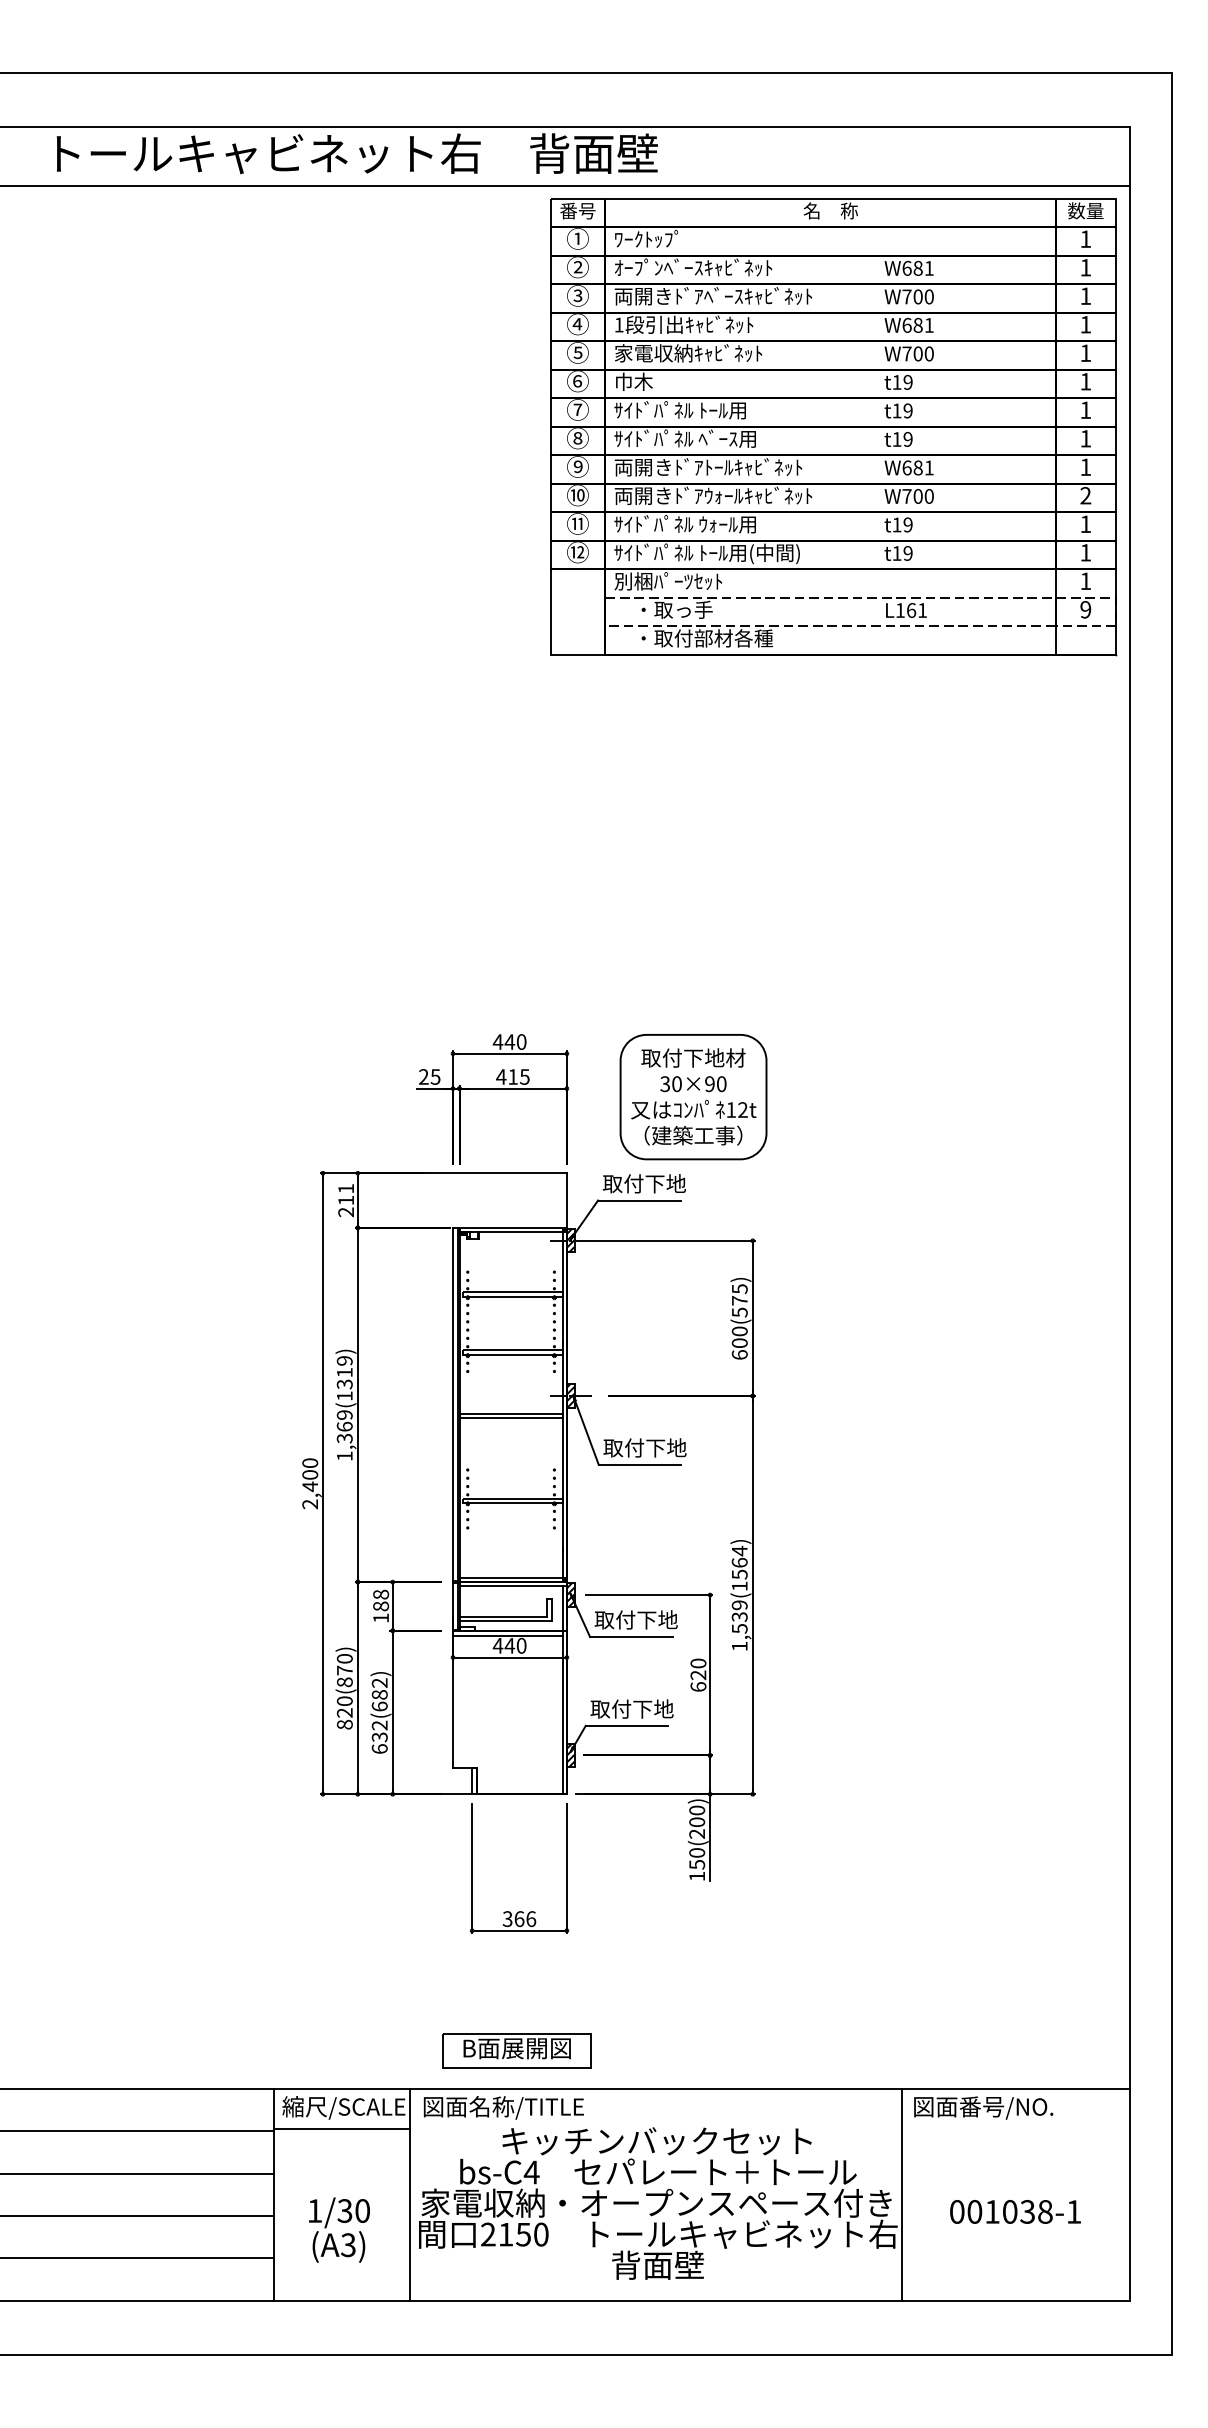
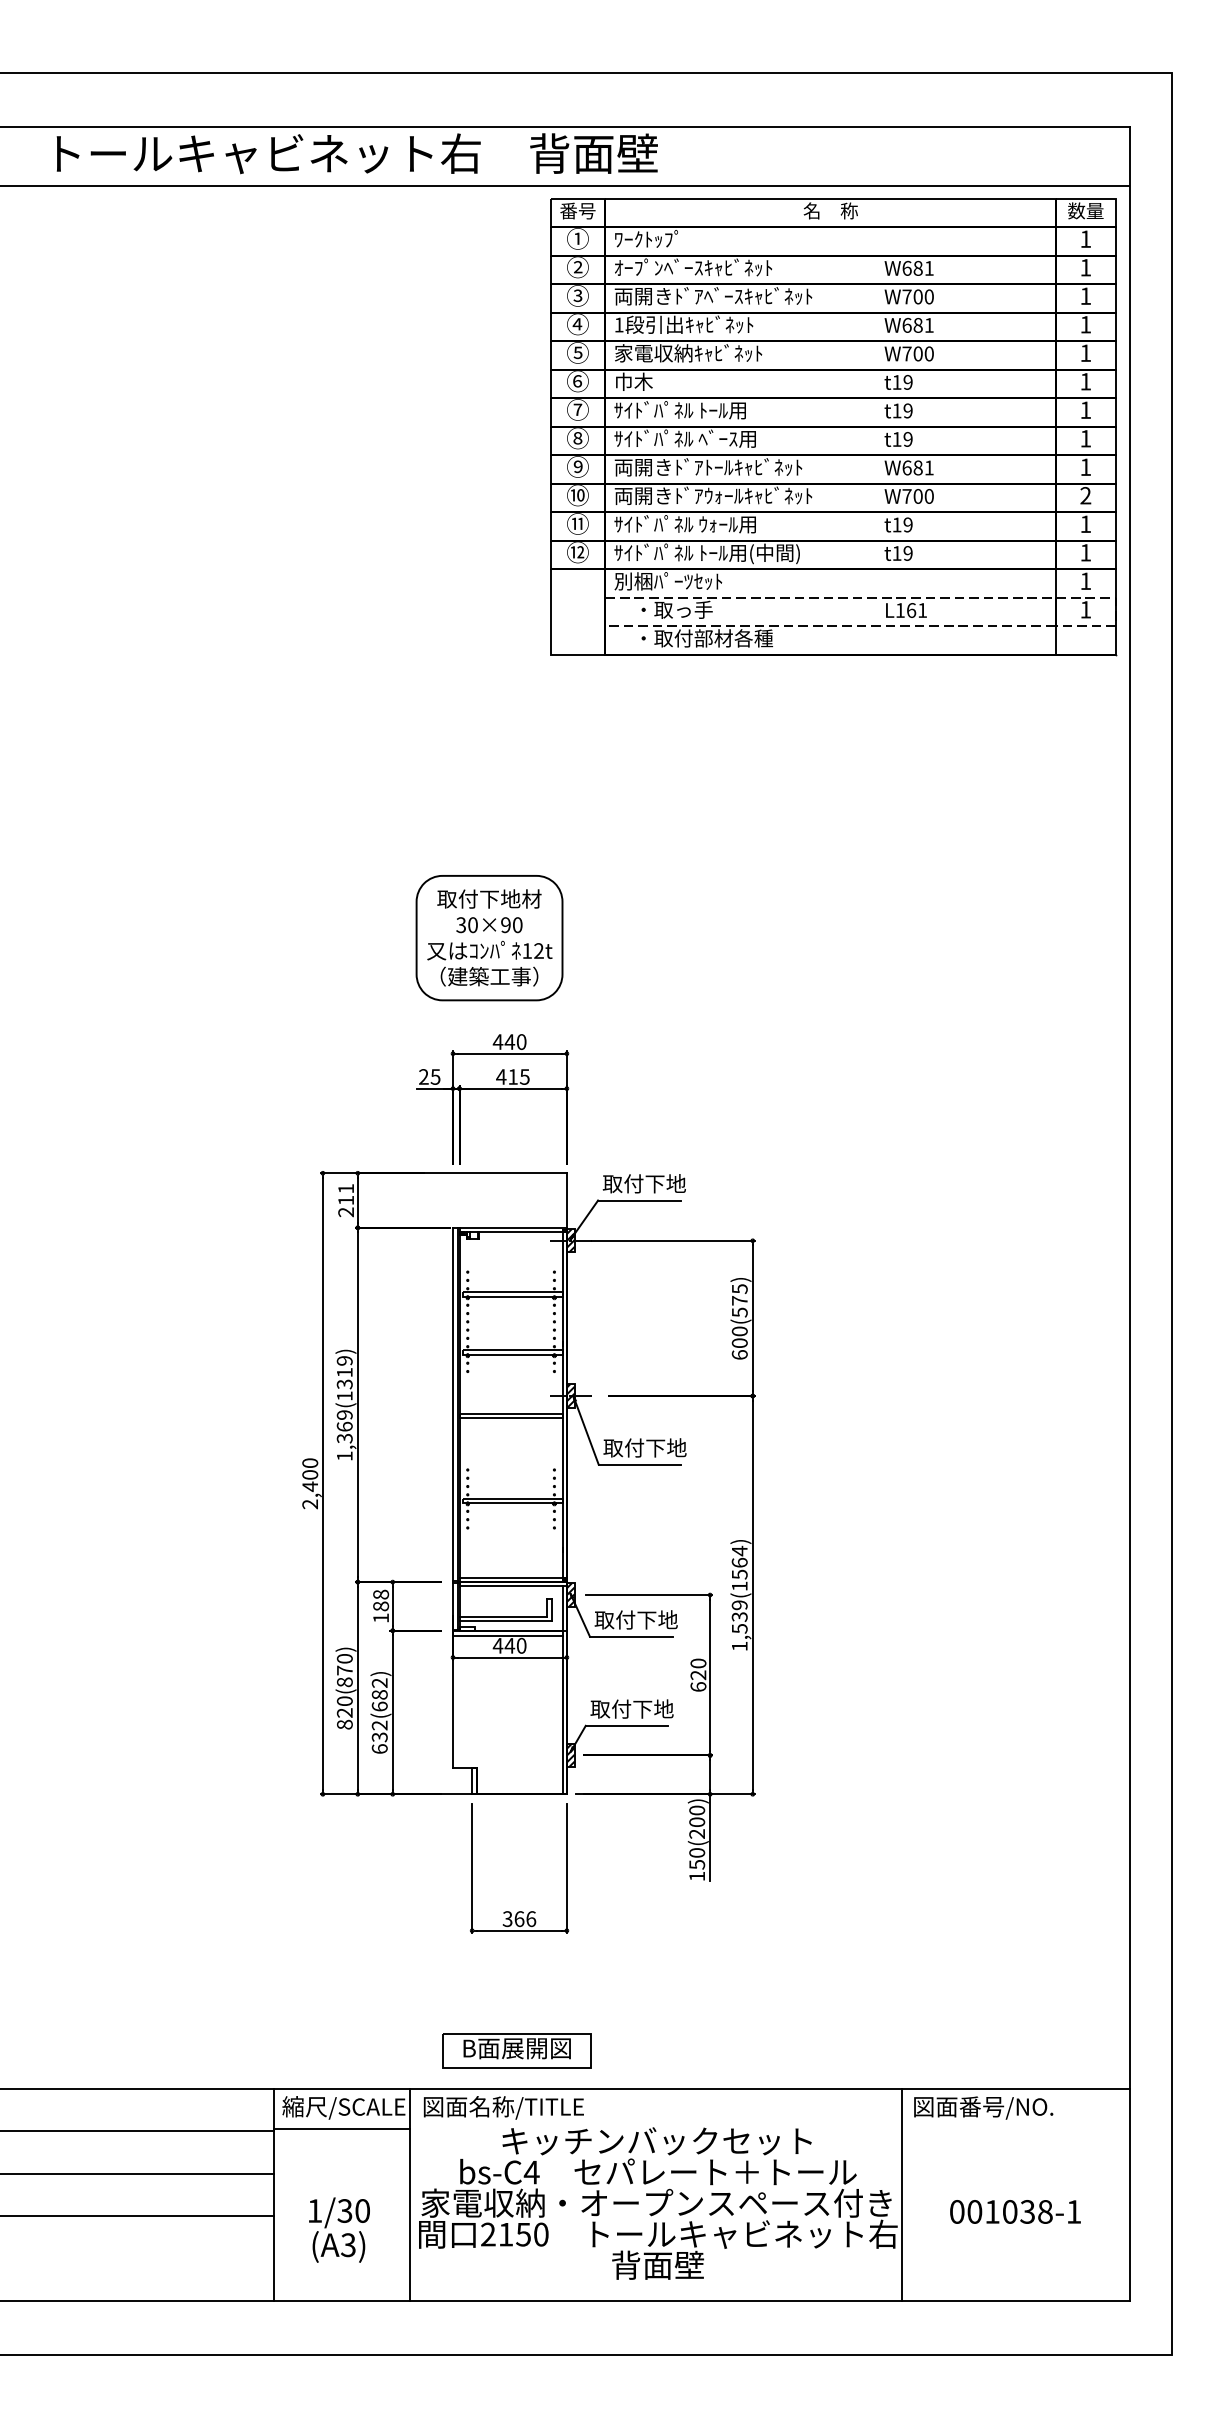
text at (1085, 609): 9 -> 1
part at (693, 1097) position: (693, 1097) -> (489, 938)
line at (138, 2258): present -> none
